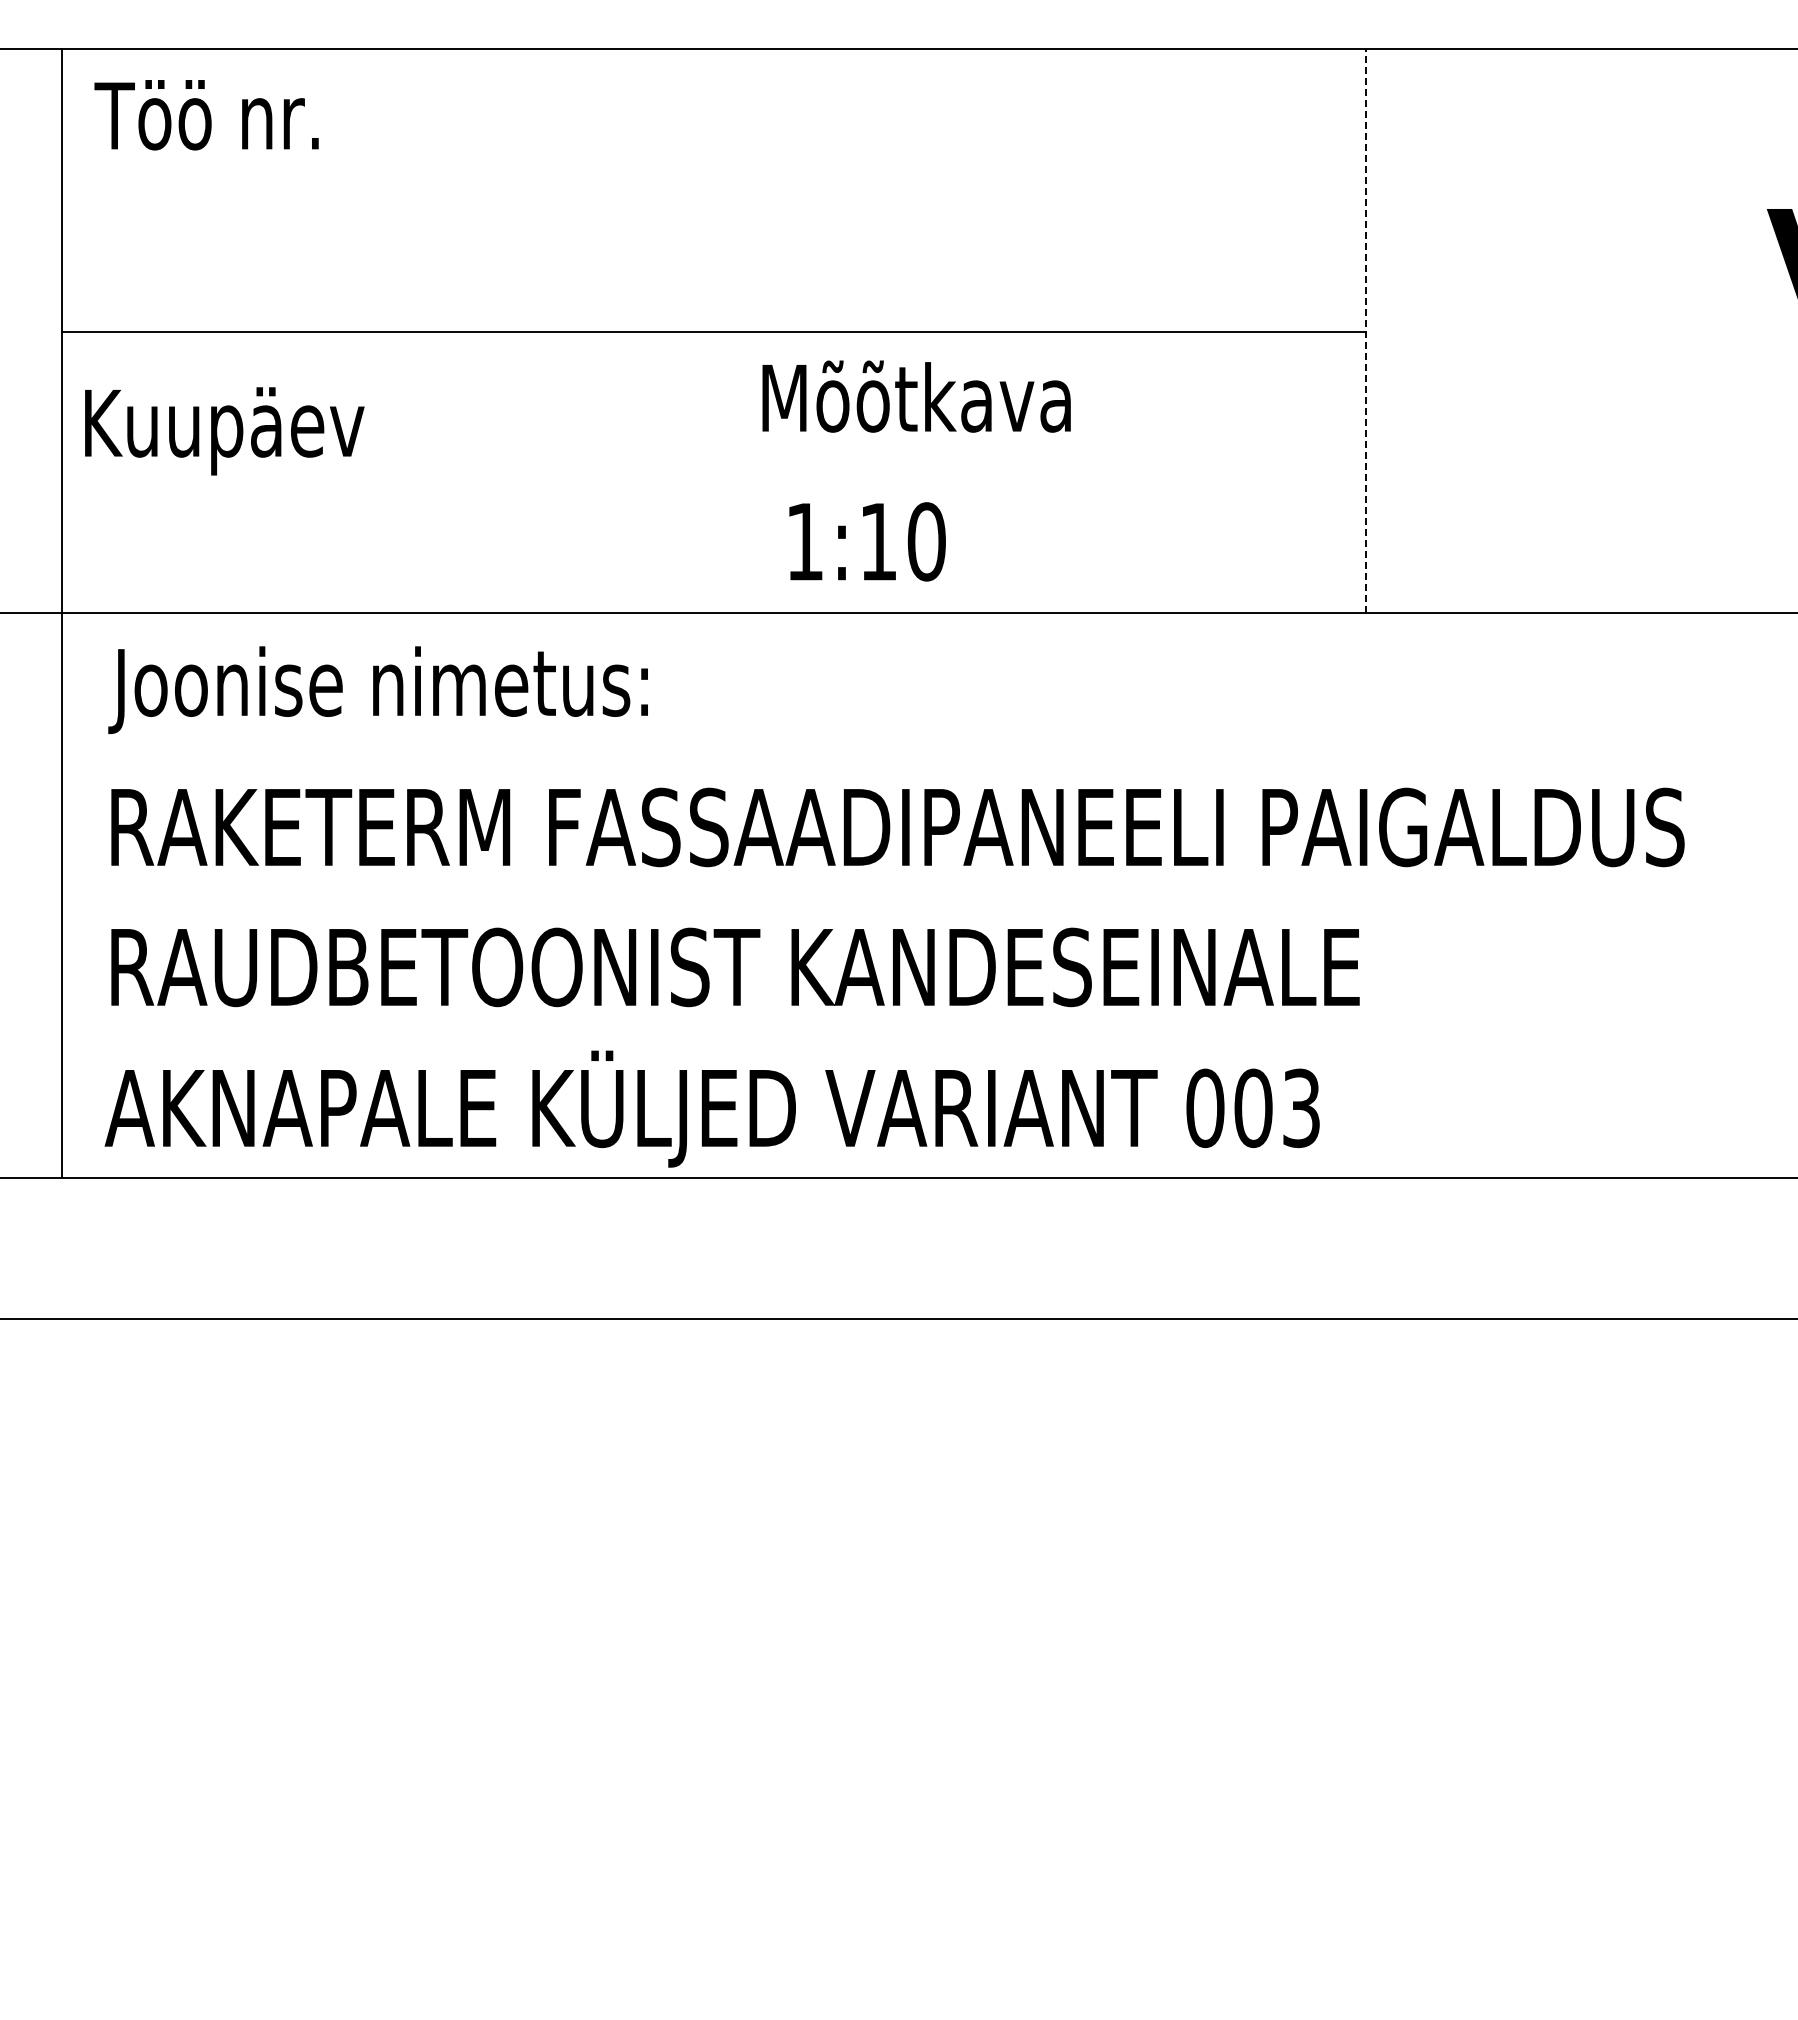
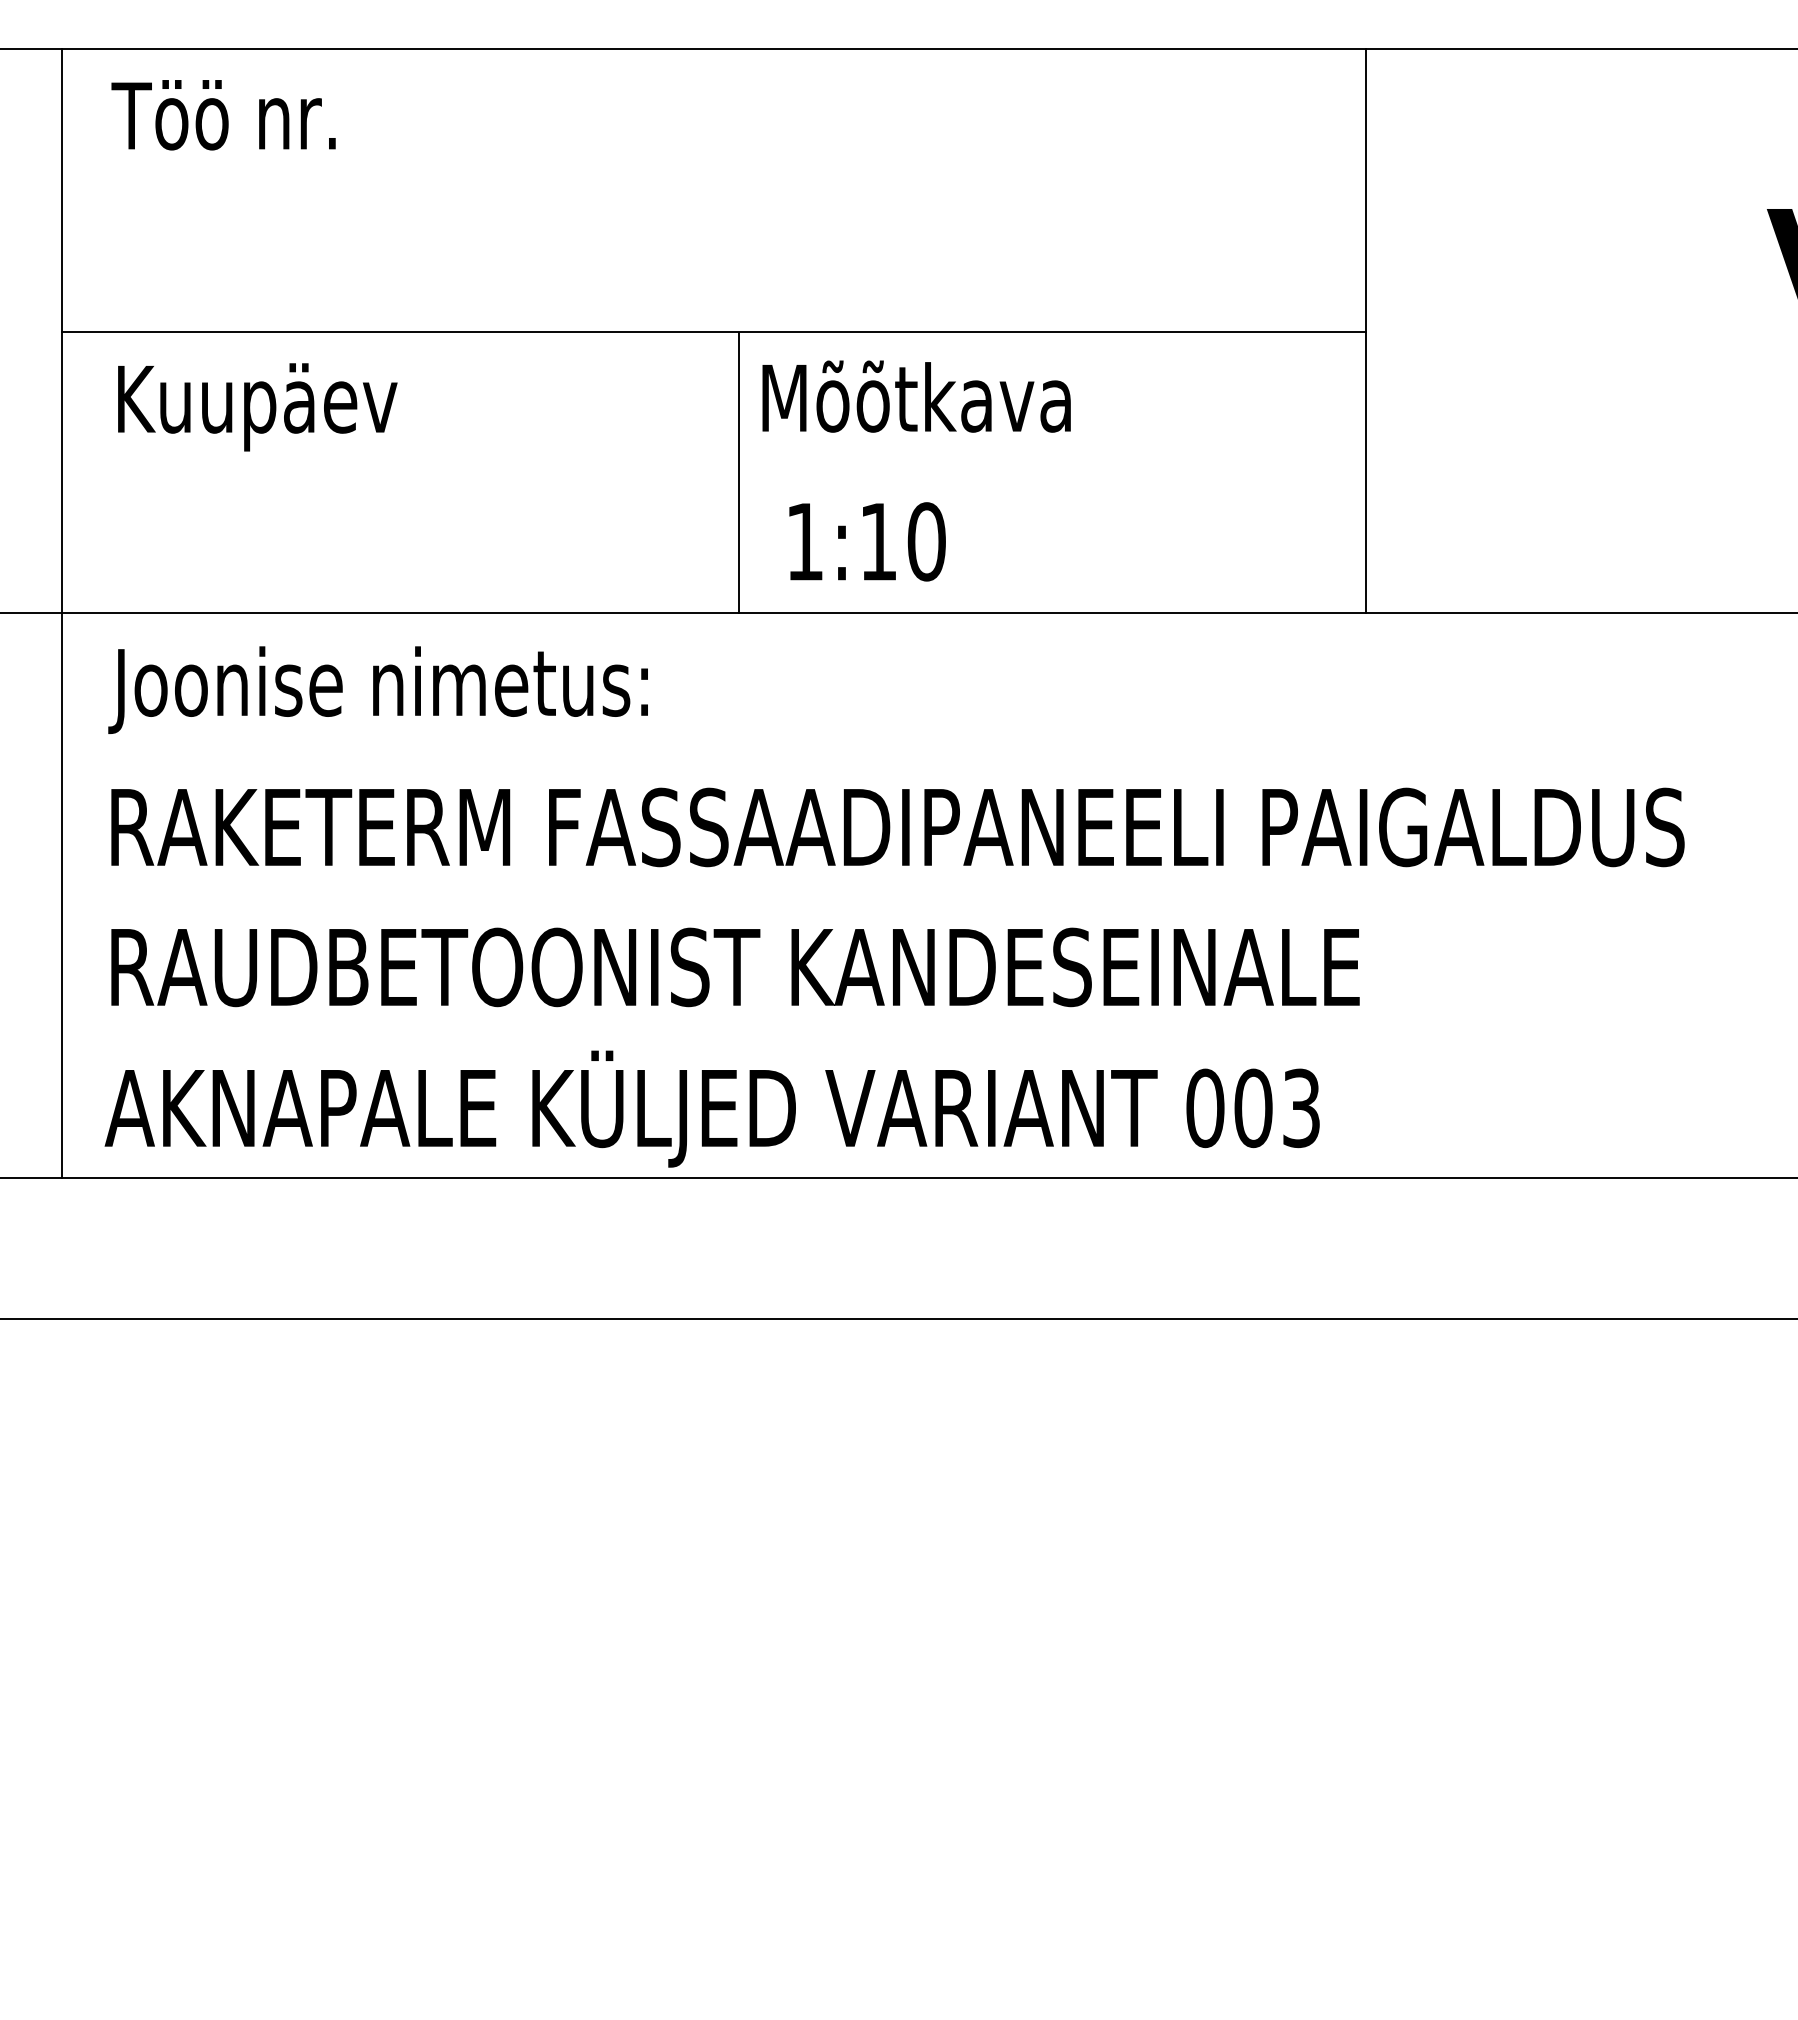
text at (206, 115) position: (206, 115) -> (223, 115)
line at (1365, 330): dashed -> solid
text at (224, 431) position: (224, 431) -> (257, 407)
line at (738, 472): none -> present
